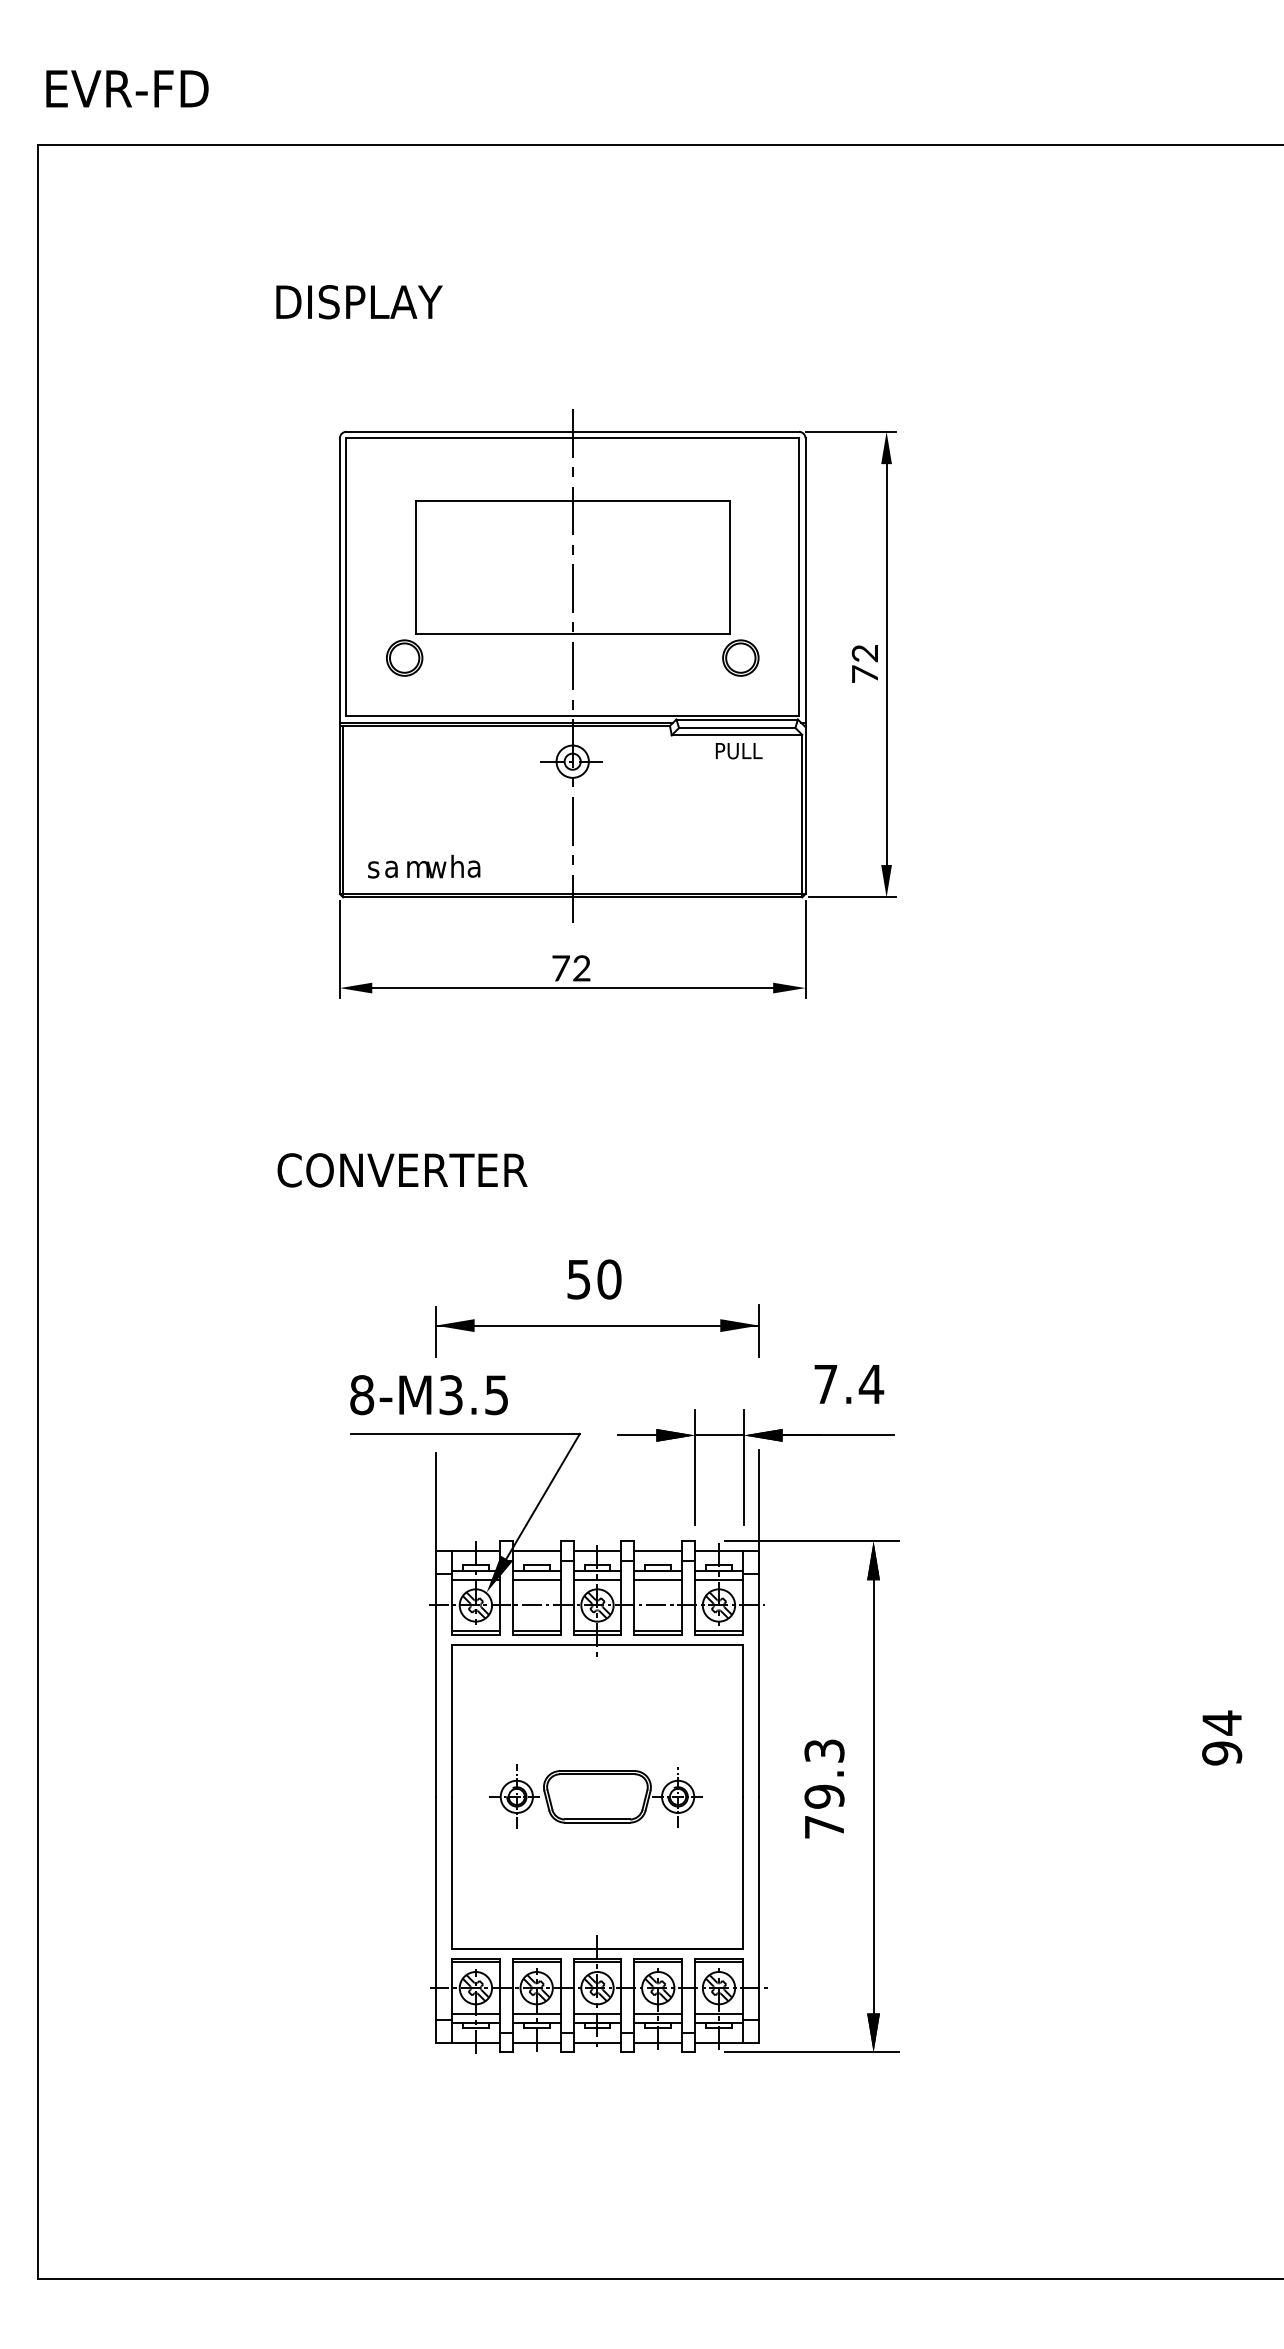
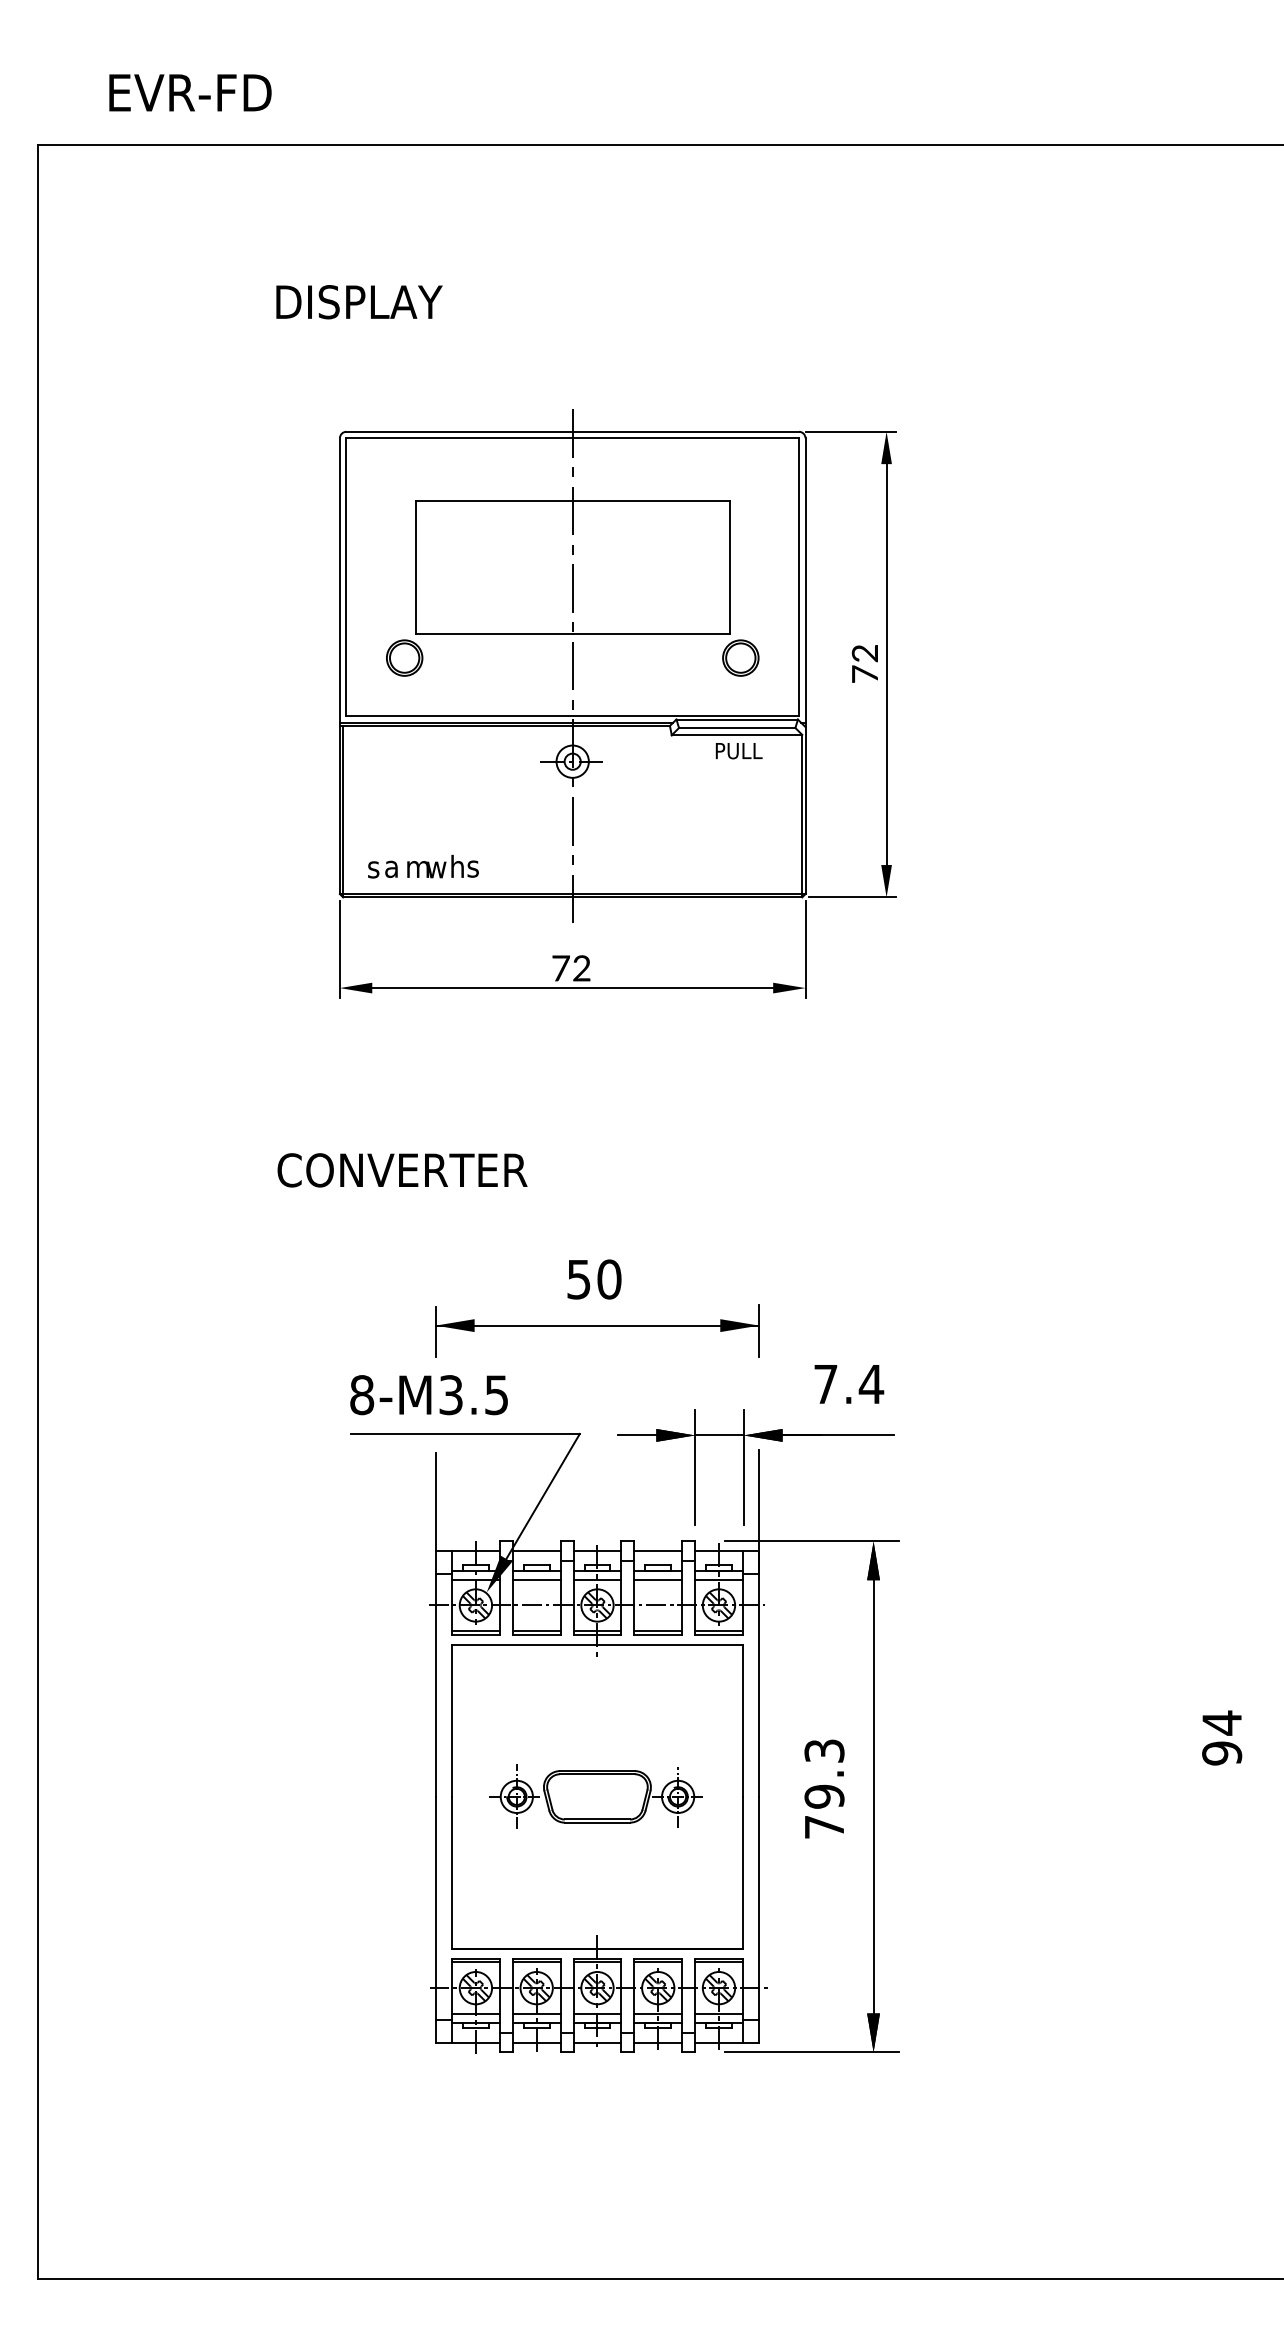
text at (127, 88) position: (127, 88) -> (190, 92)
text at (473, 868): a -> s
